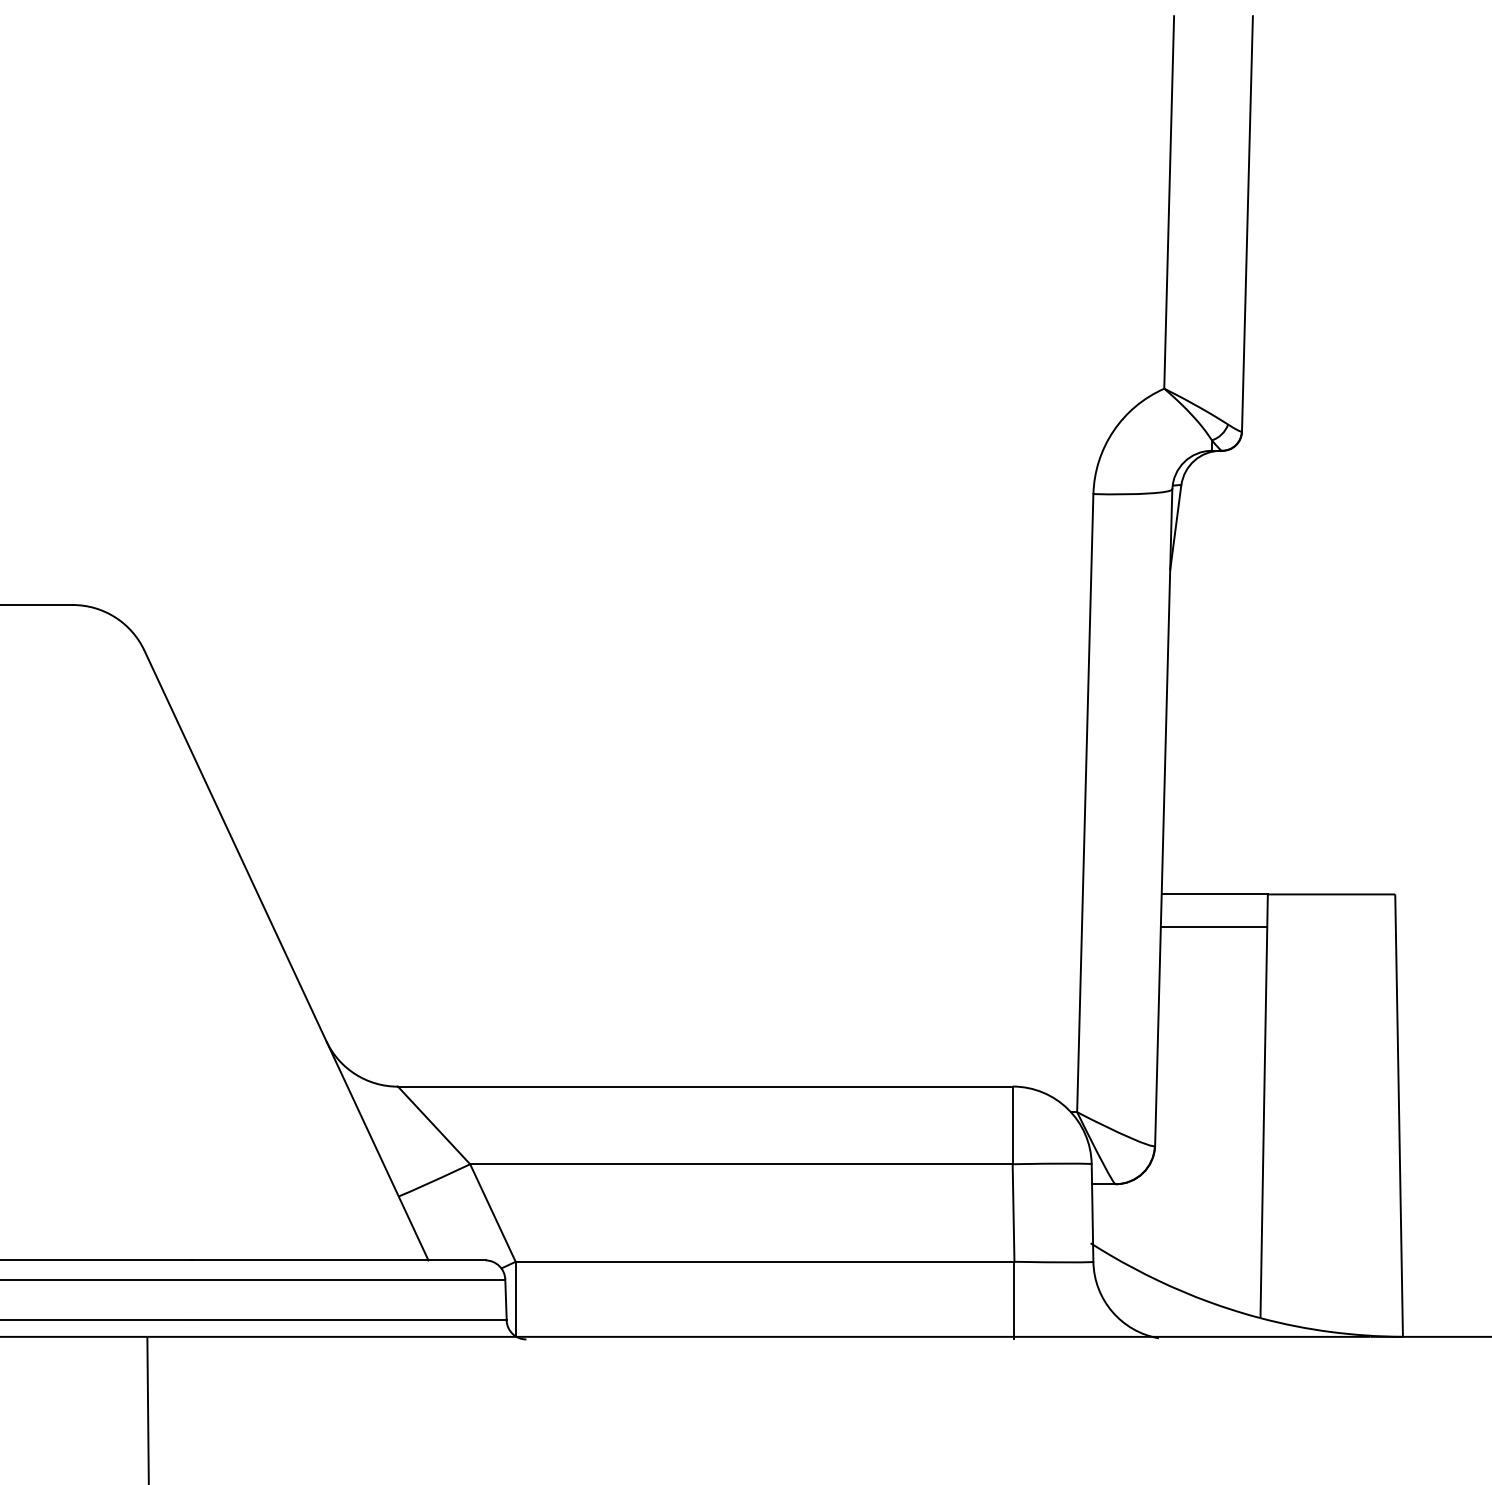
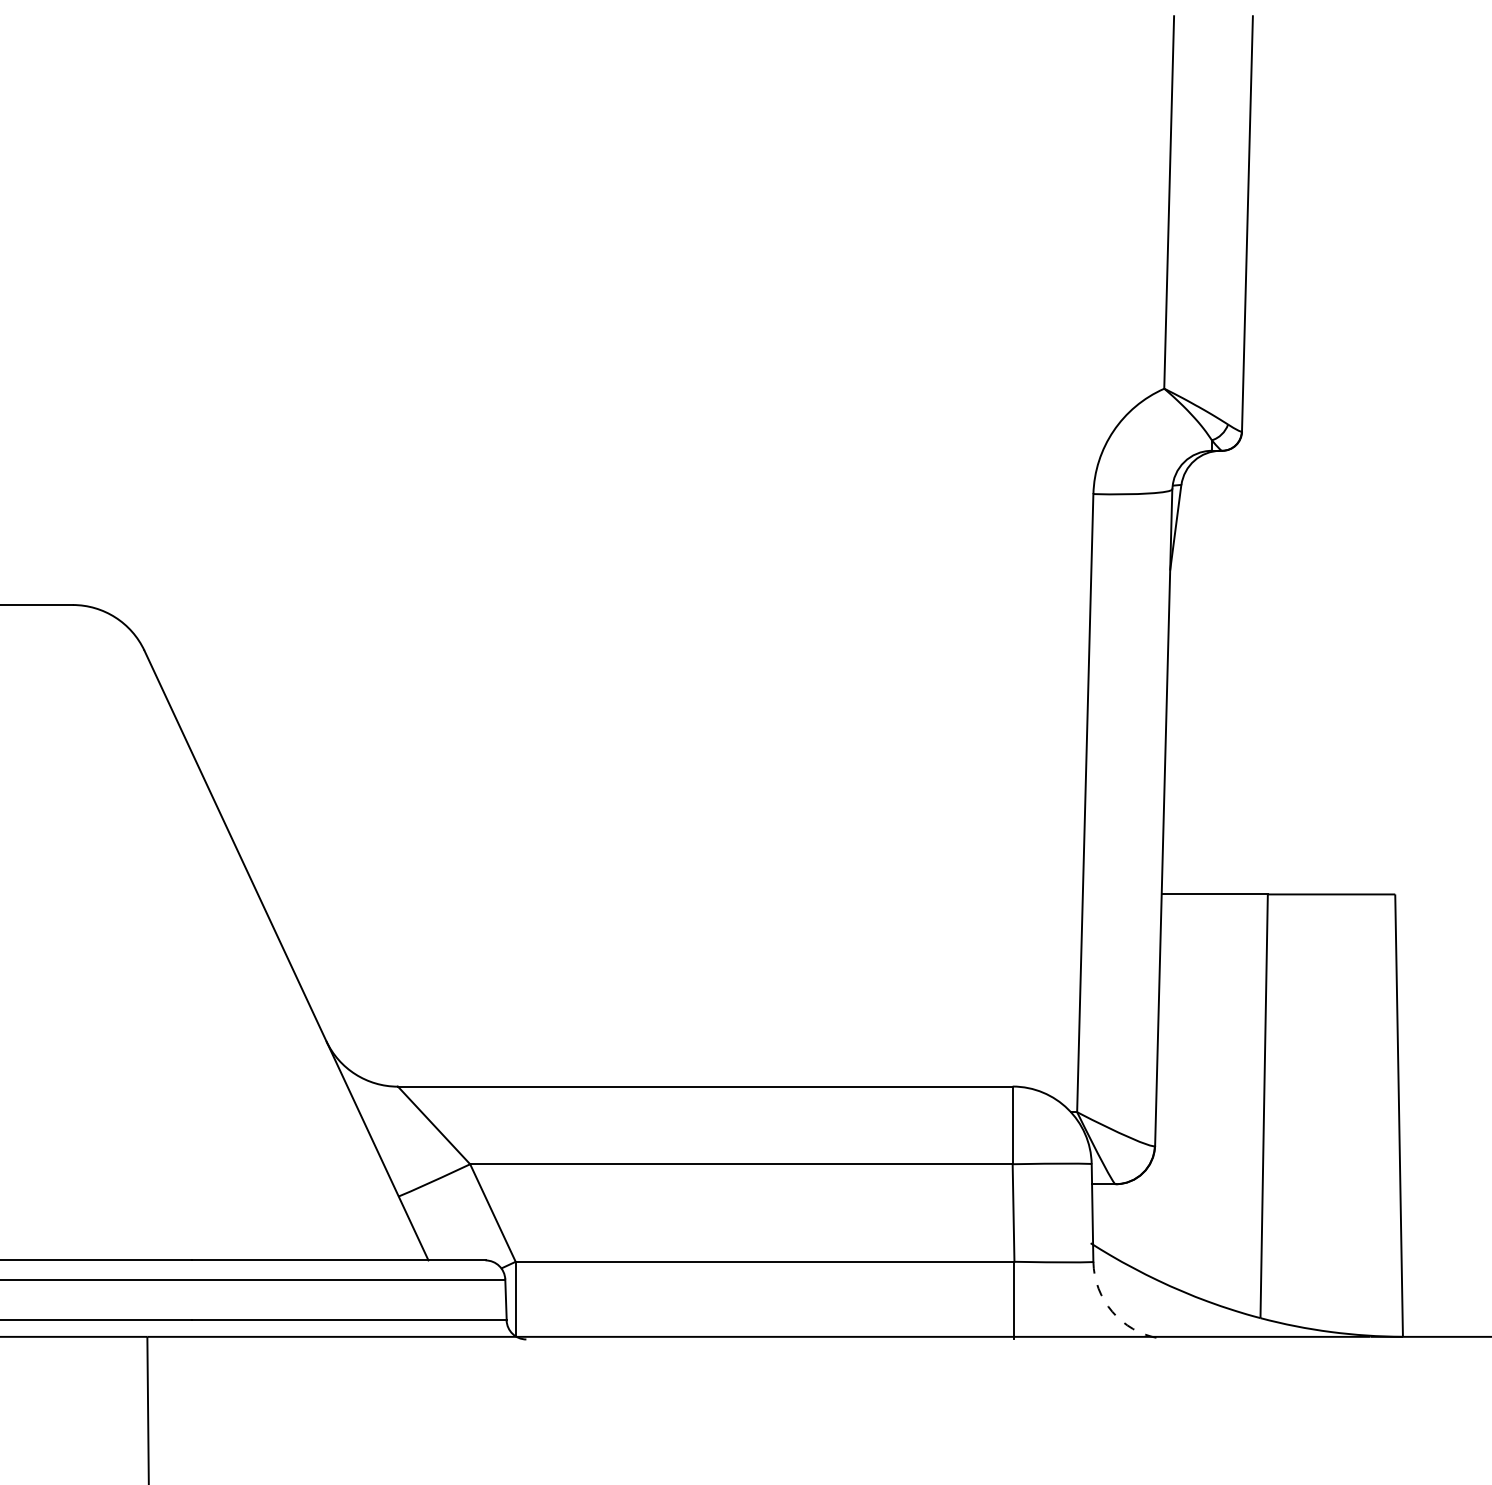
line at (1213, 927): present -> none
arc at (1112, 1311): solid -> dashed
